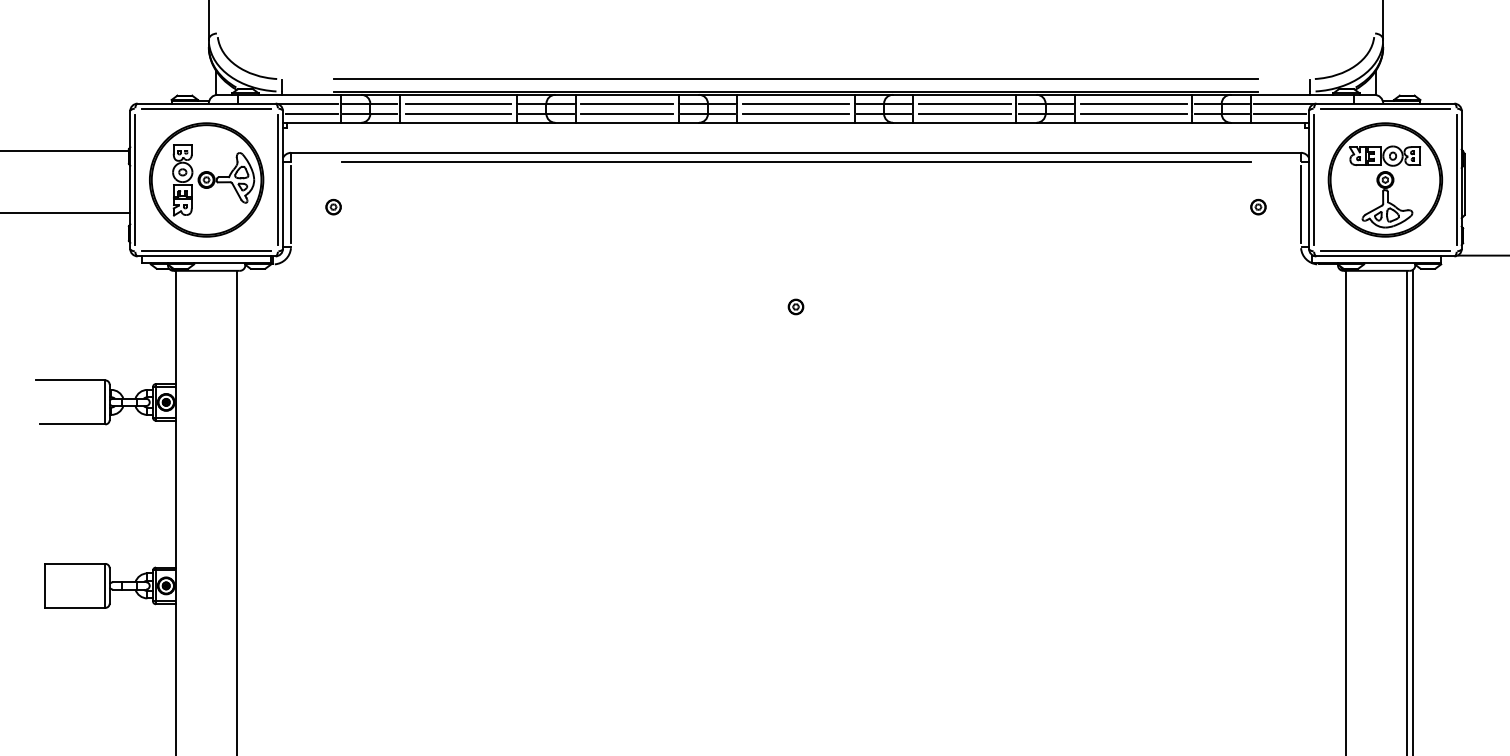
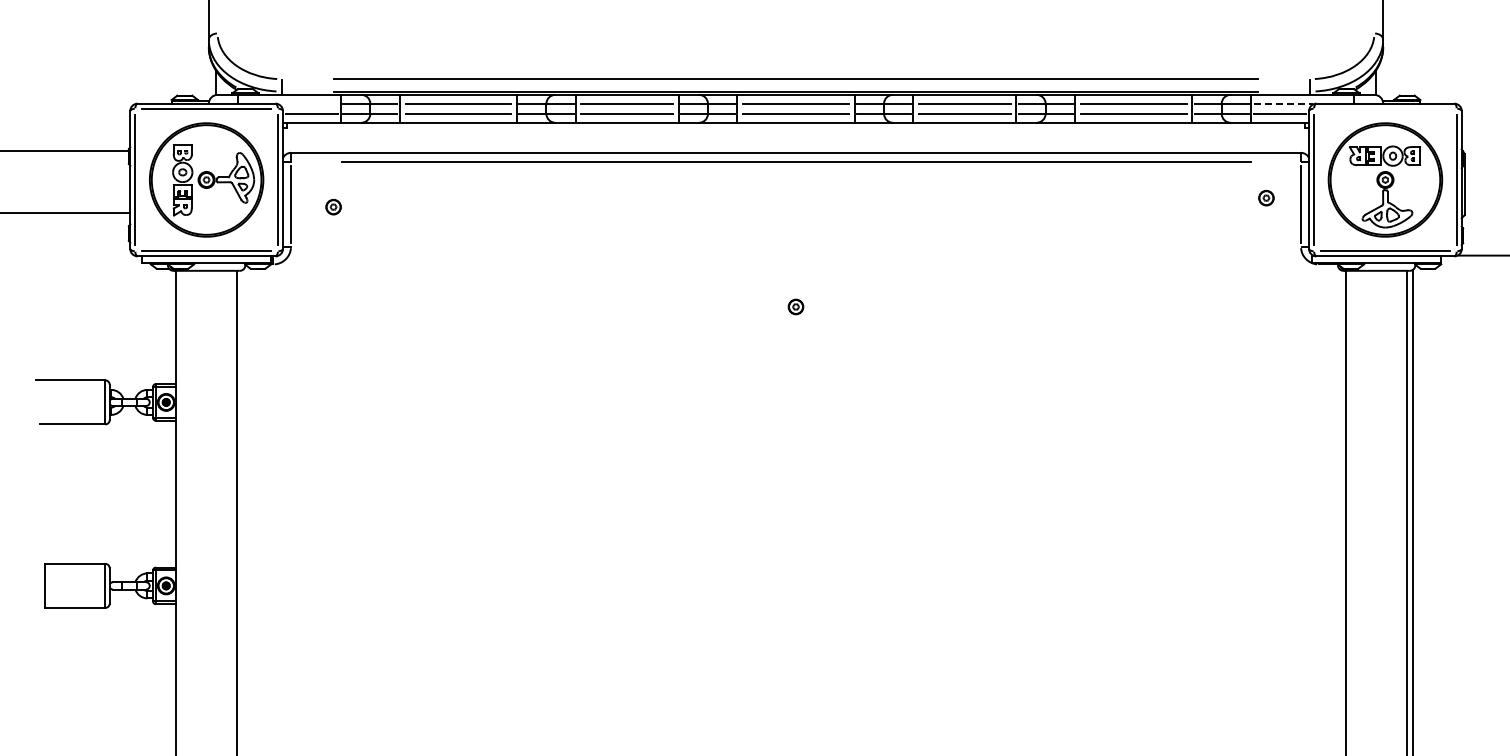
line at (307, 103): present -> none
line at (1284, 103): solid -> dashed
line at (1384, 108): present -> none
part at (1258, 206) position: (1258, 206) -> (1266, 197)
